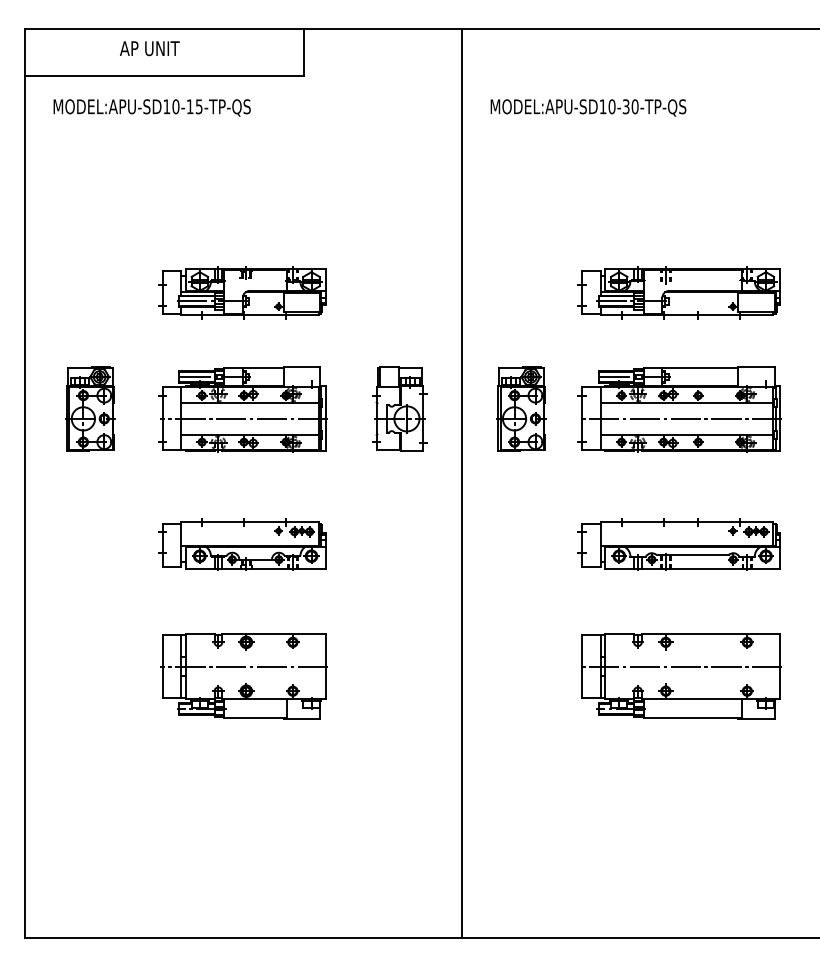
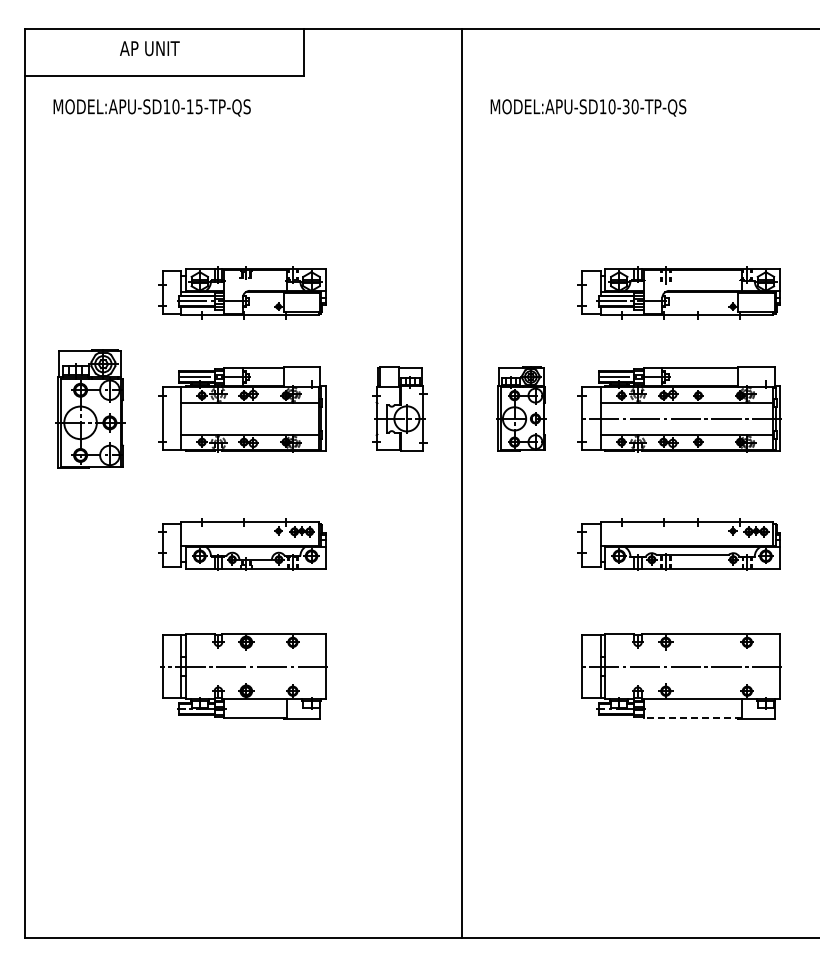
part at (90, 408) size: 51x86 px -> 71x120 px
line at (243, 418): present -> none
line at (692, 718): solid -> dashed
